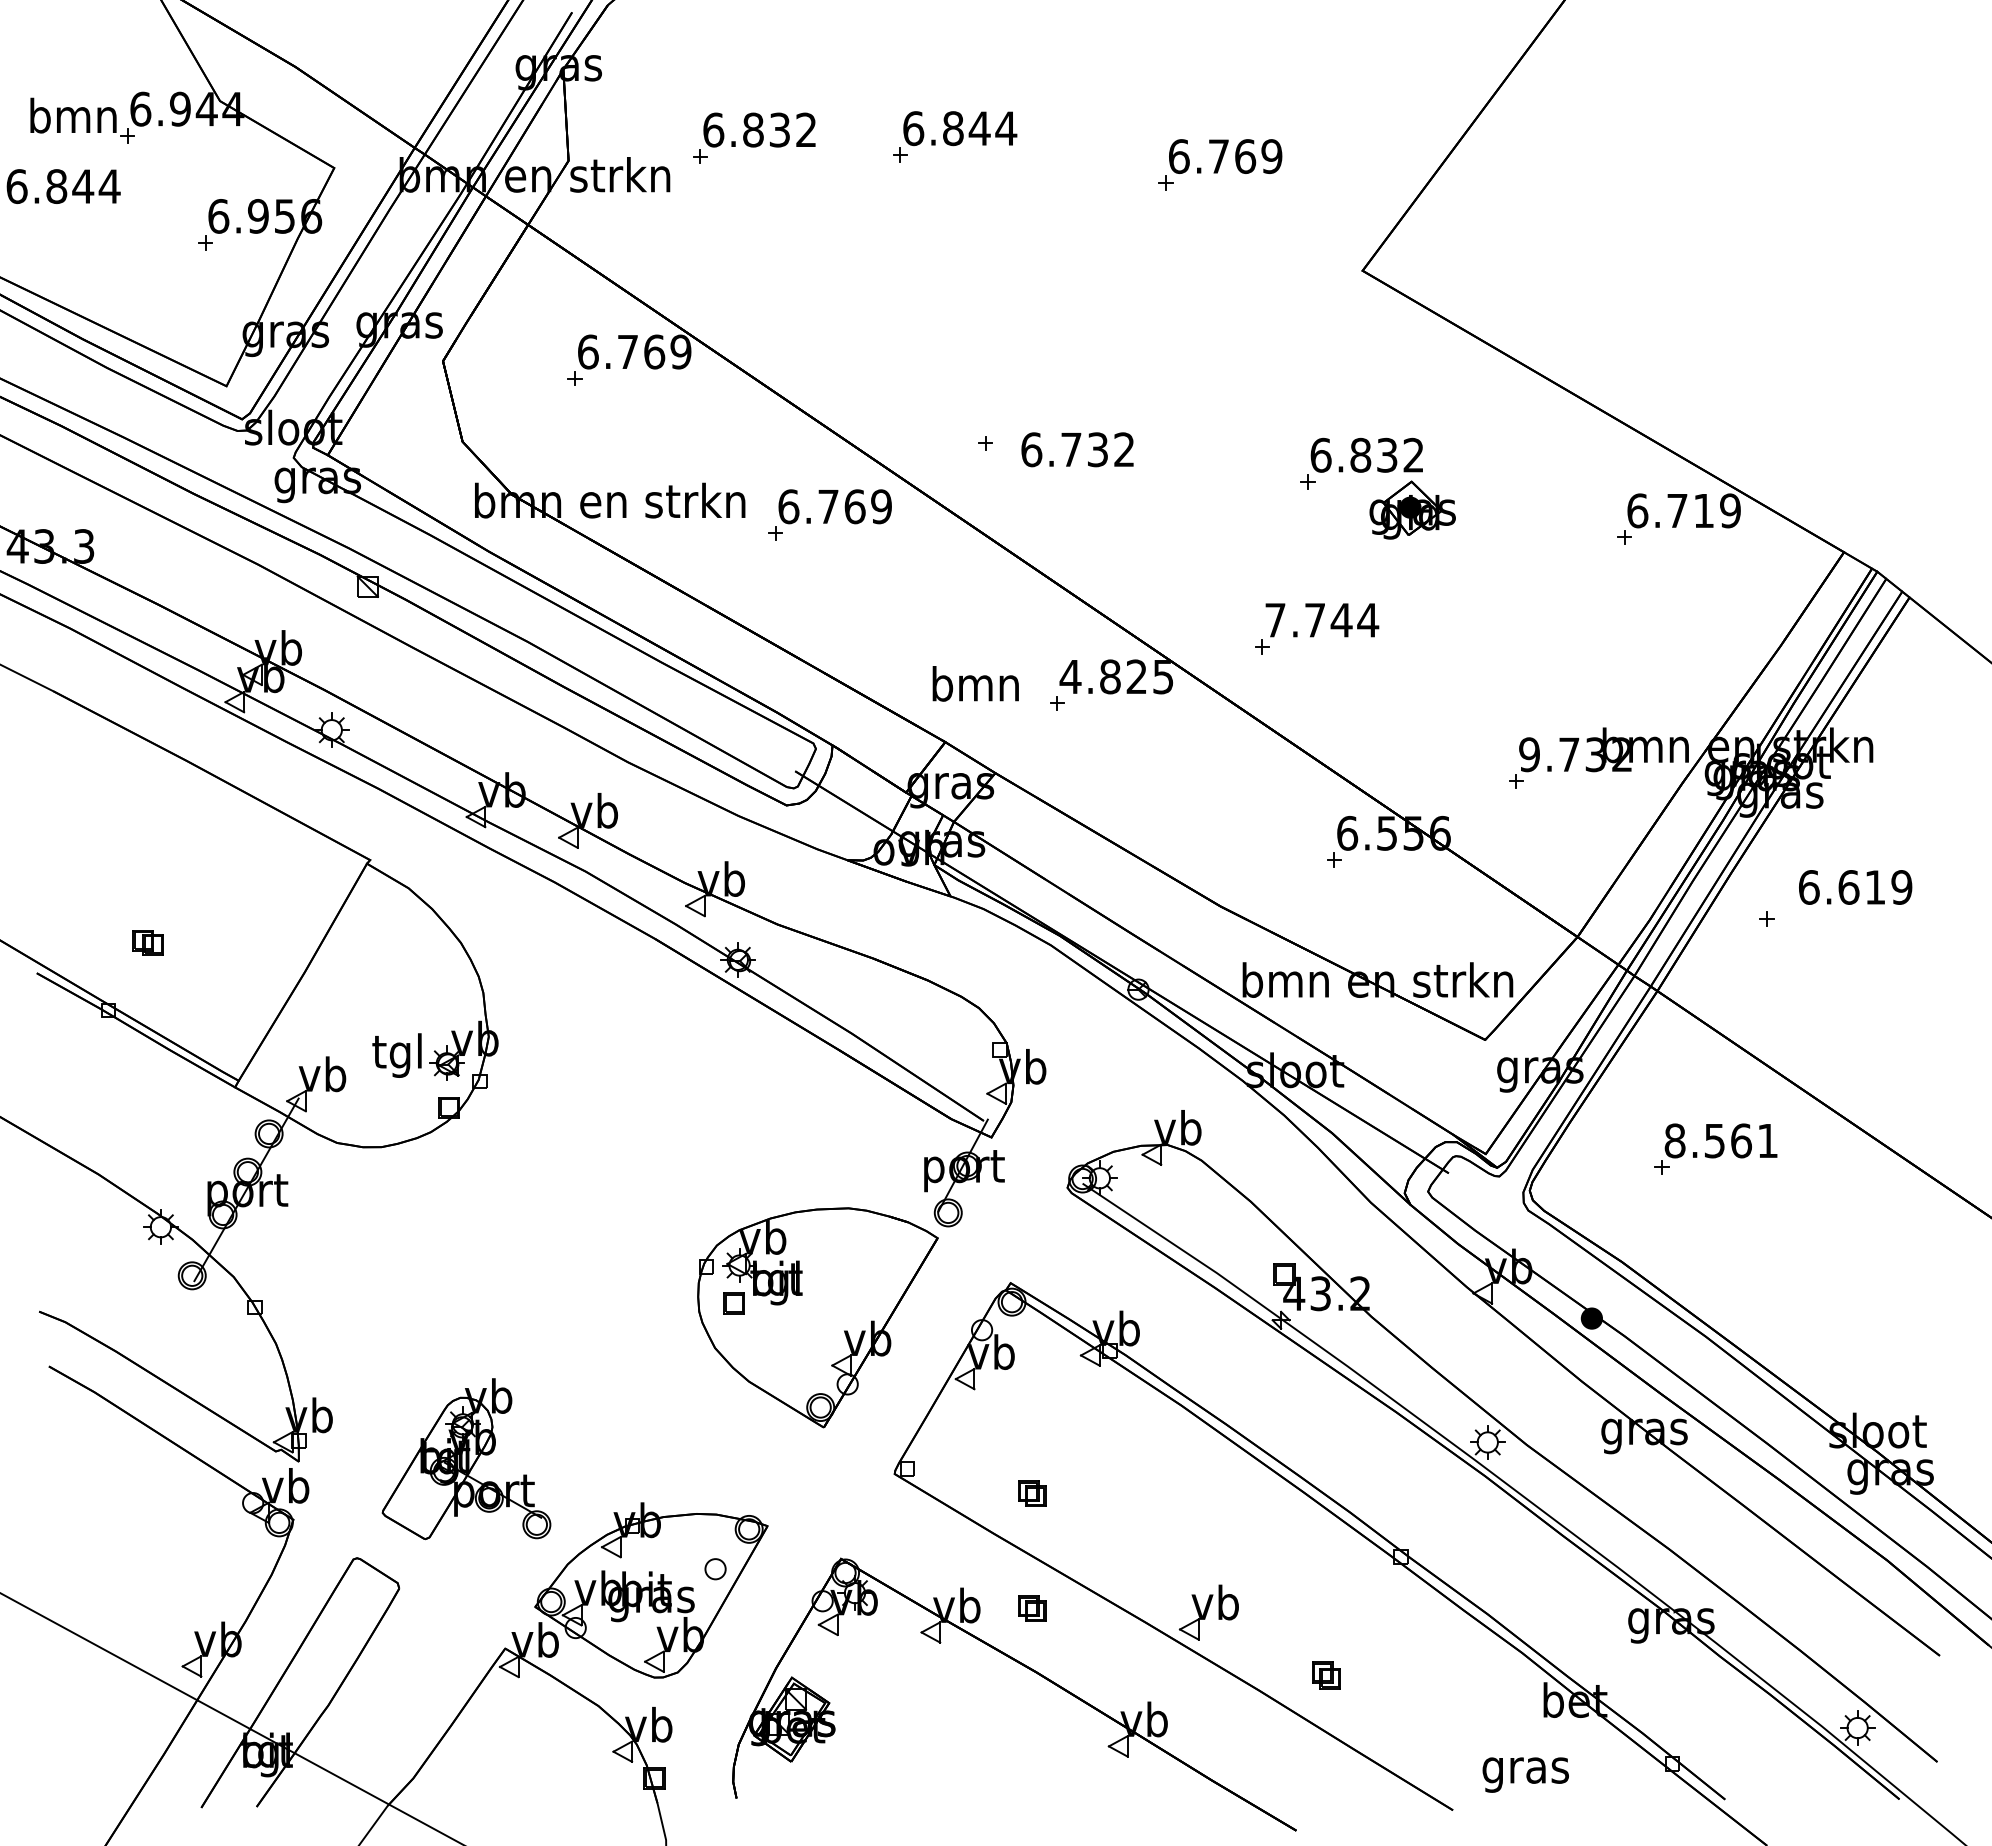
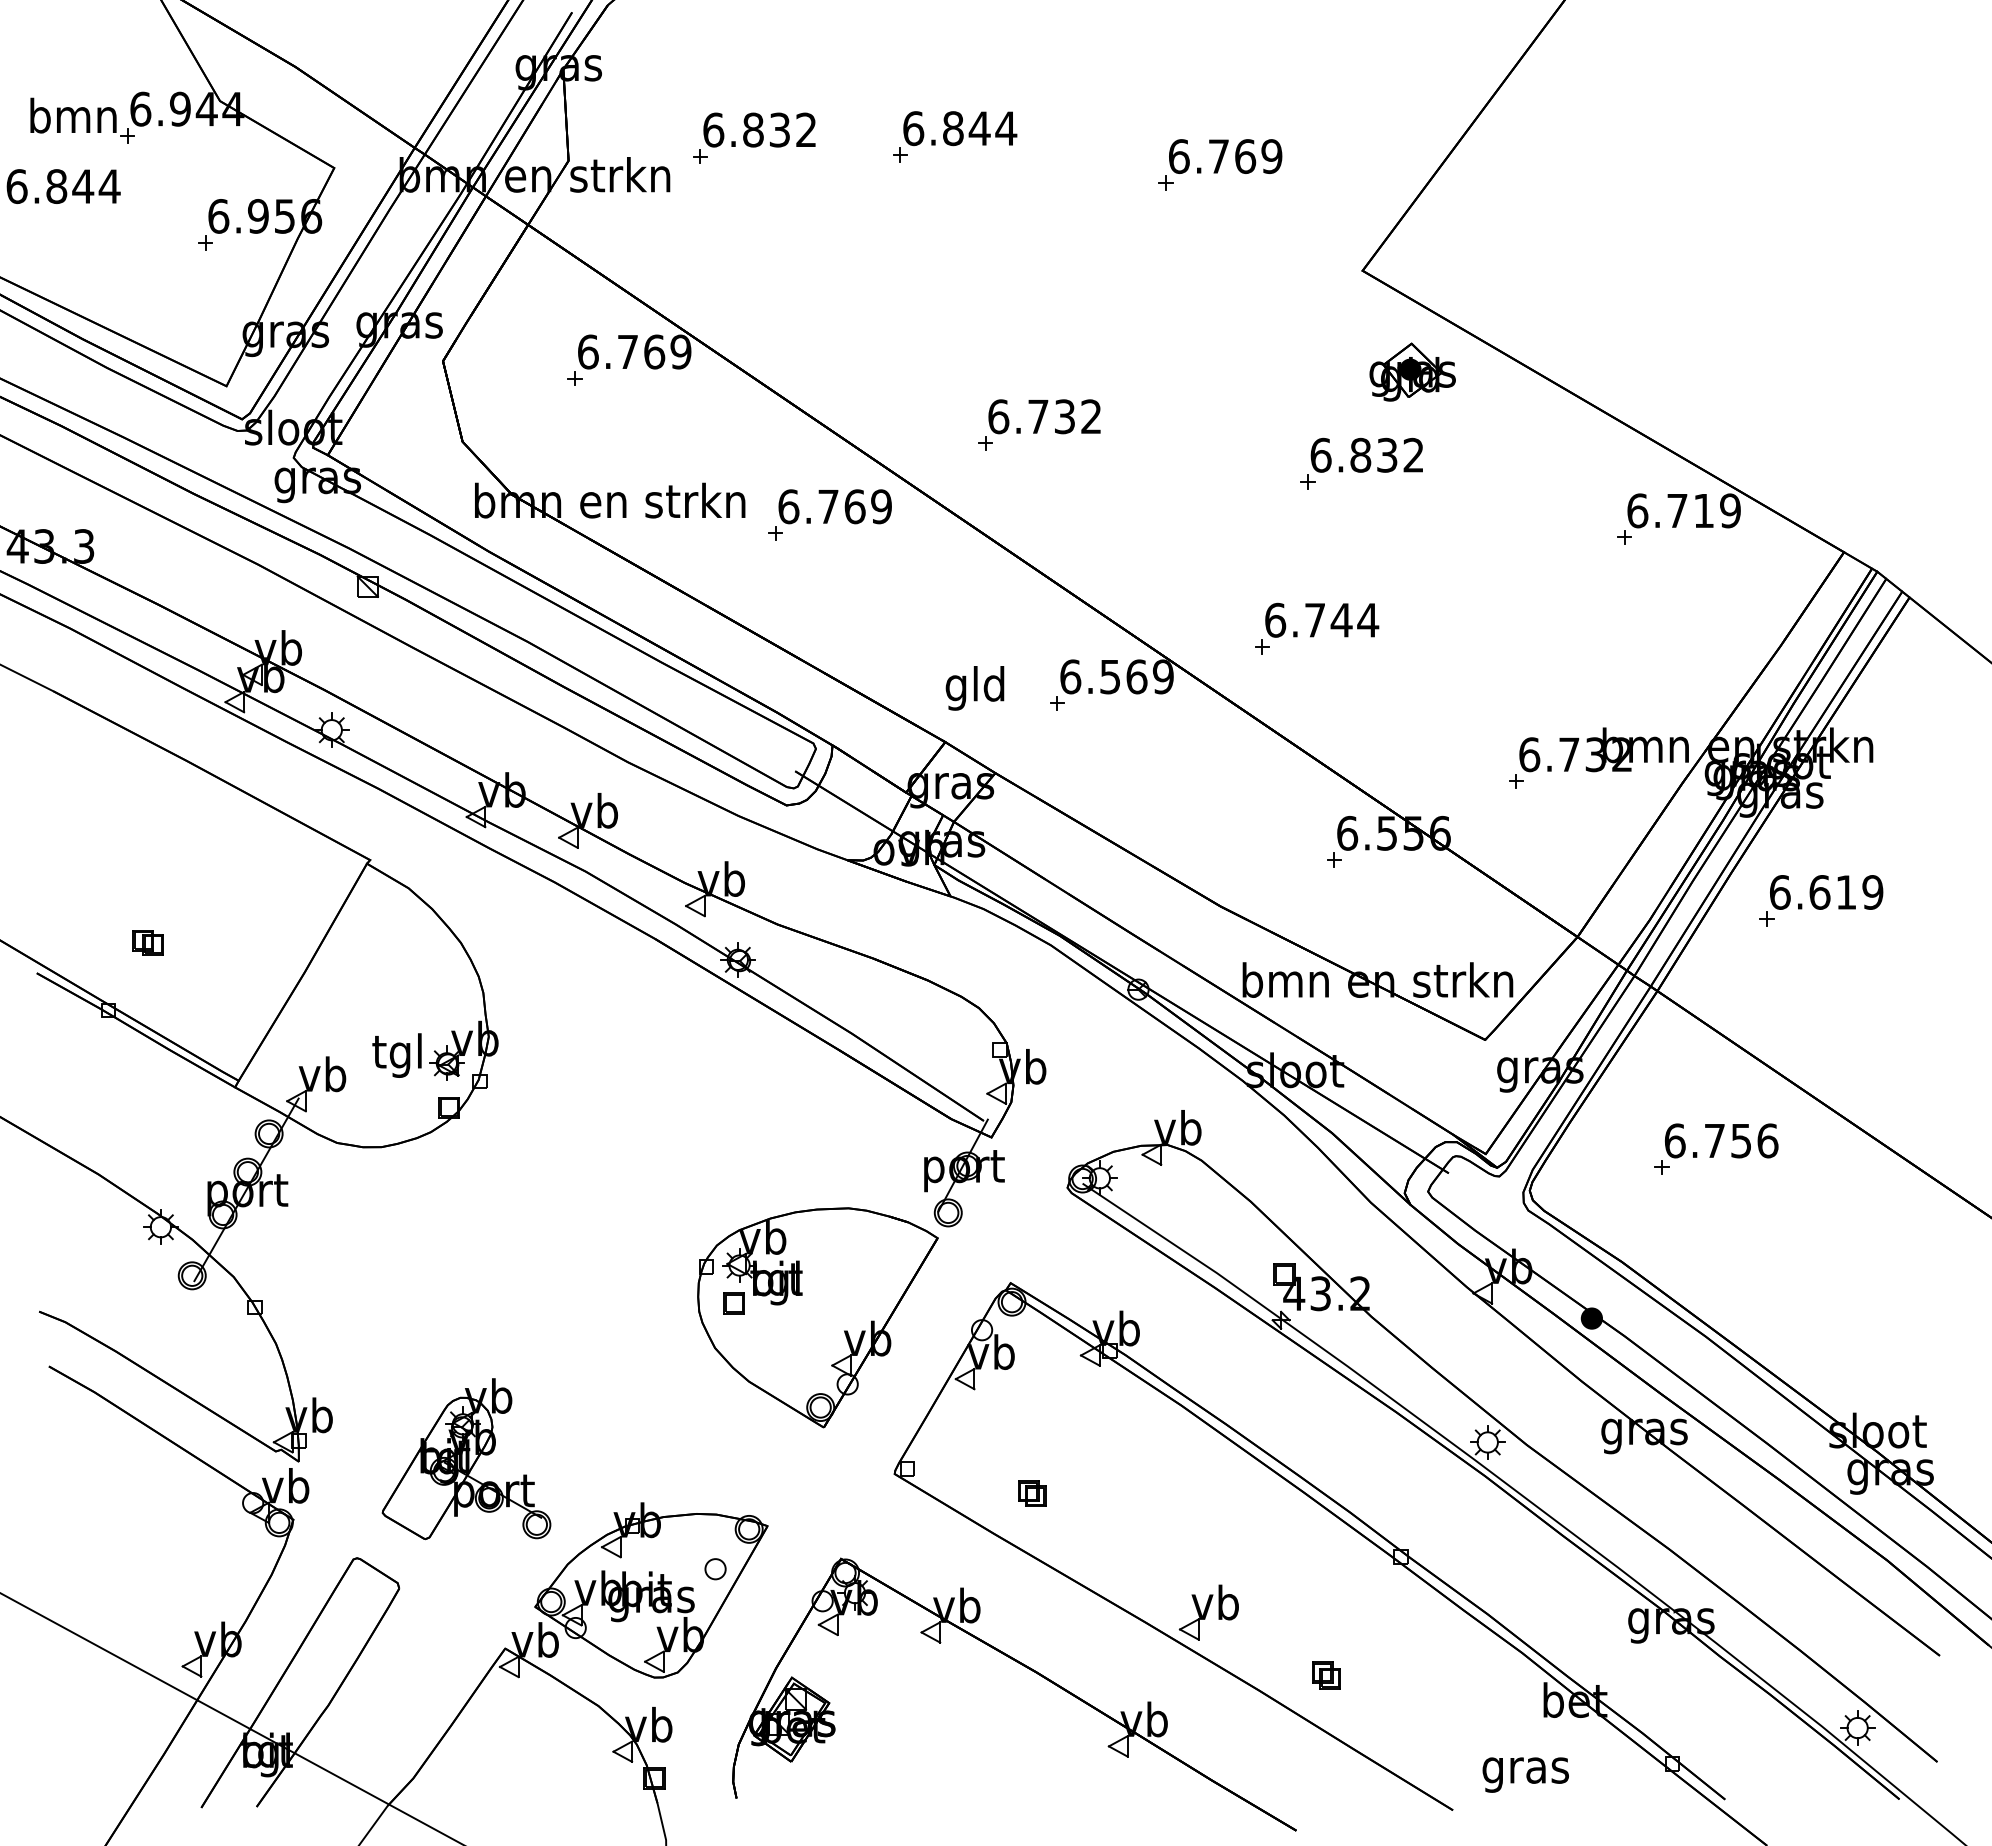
text at (1077, 449) position: (1077, 449) -> (1044, 416)
part at (1412, 509) position: (1412, 509) -> (1412, 371)
text at (1275, 619): 7.744 -> 6.744
text at (1116, 676): 4.825 -> 6.569
text at (975, 688): bmn -> gld
text at (1529, 754): 9.732 -> 6.732
text at (1855, 887) position: (1855, 887) -> (1826, 892)
text at (1721, 1140): 8.561 -> 6.756
part at (1032, 1608): present -> none
